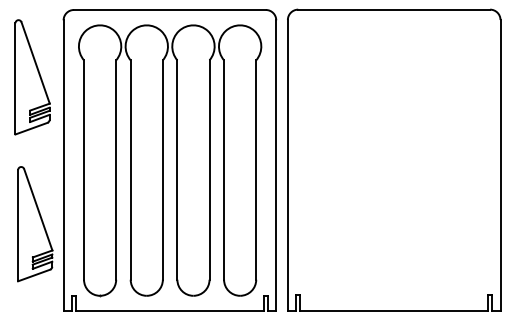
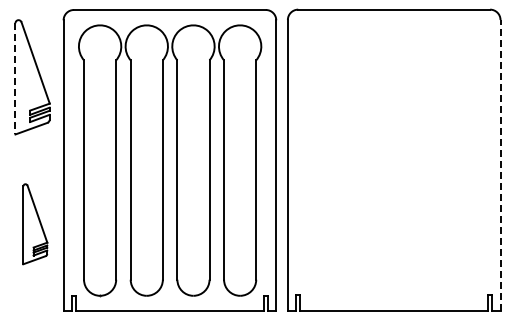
line at (15, 78): solid -> dashed
line at (500, 165): solid -> dashed
part at (35, 224) size: 37x117 px -> 27x83 px
